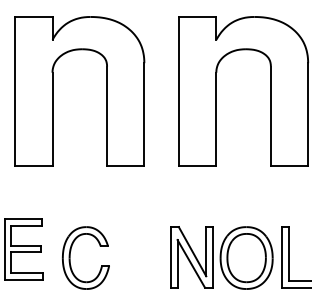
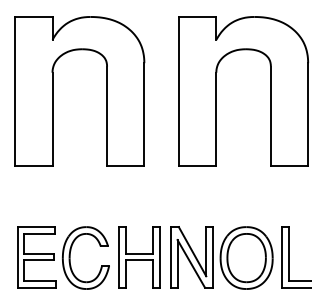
part at (23, 249) position: (23, 249) -> (36, 257)
part at (139, 257): none -> present
